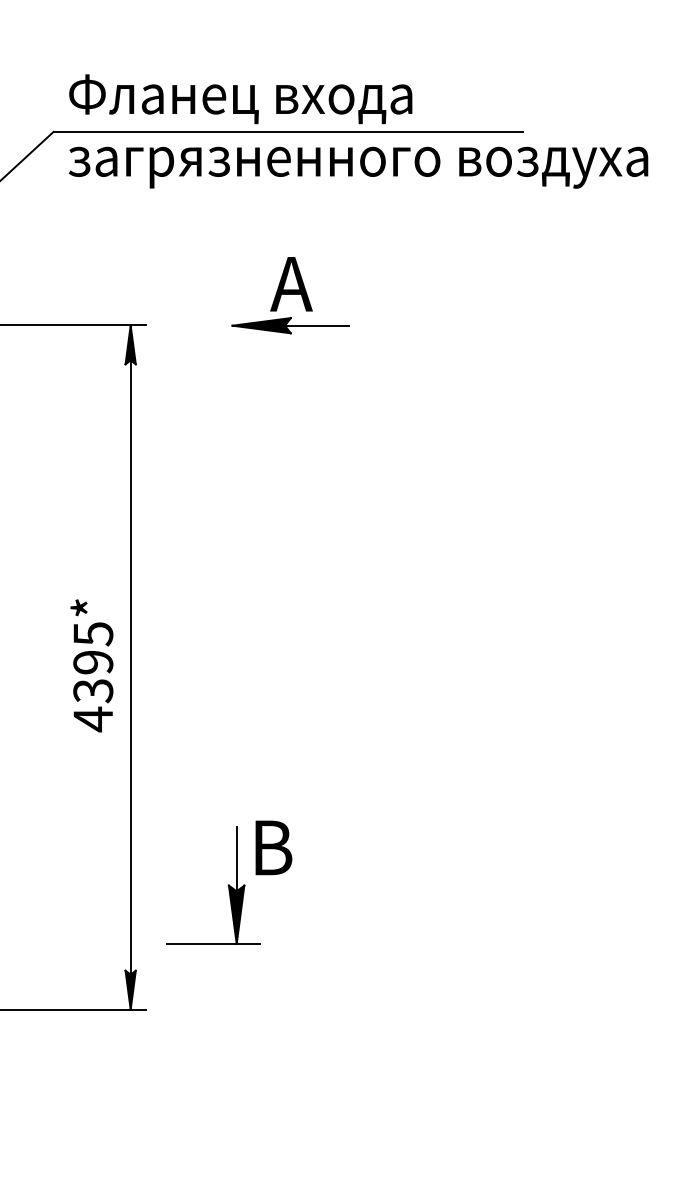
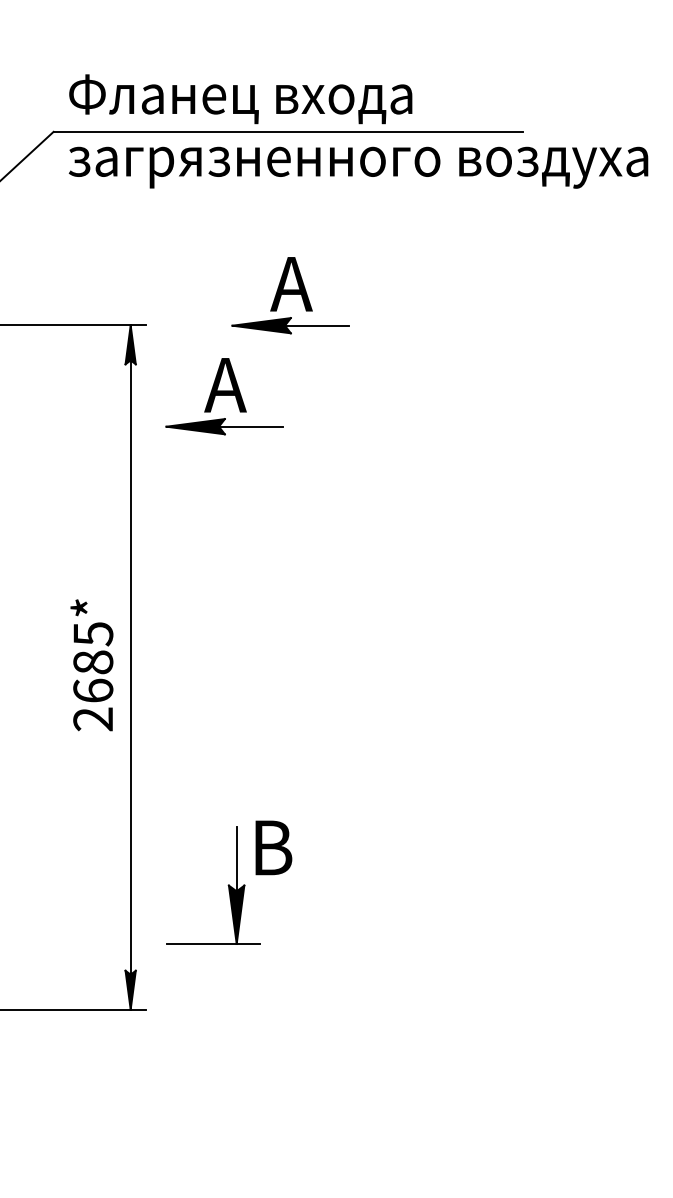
part at (224, 396): none -> present
text at (93, 691): 4395* -> 2685*
